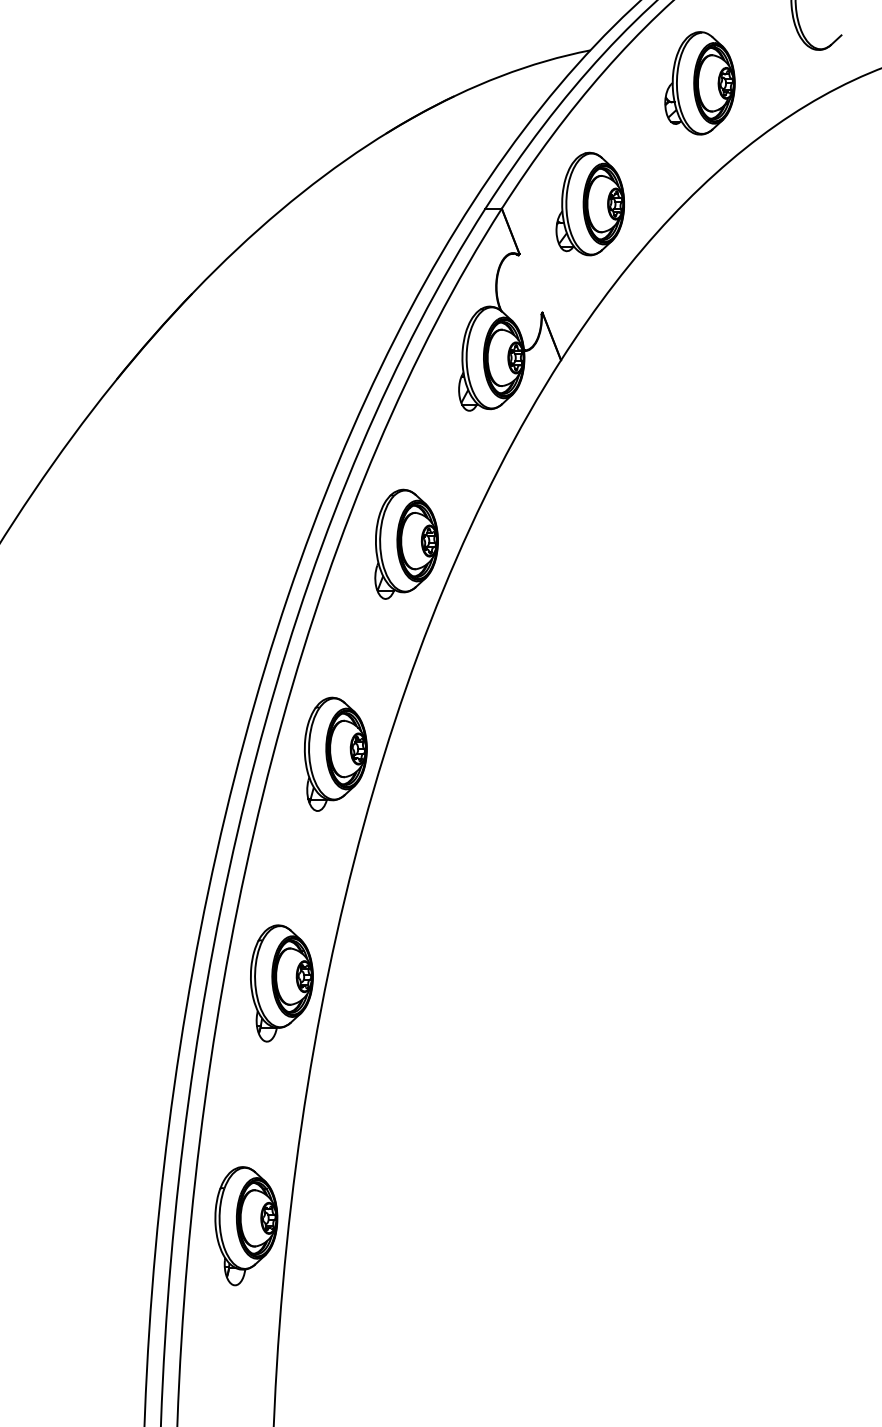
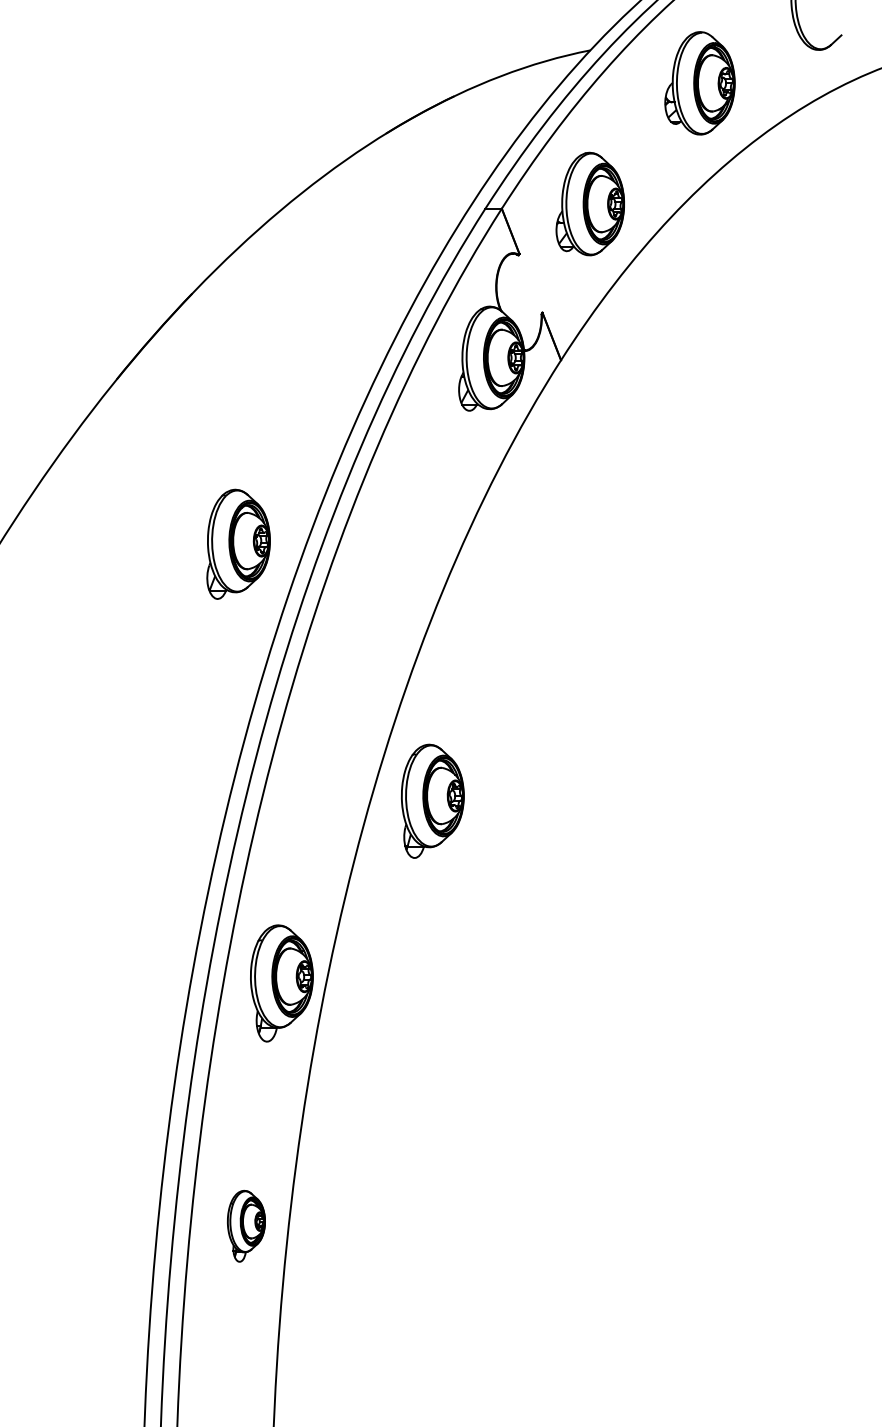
part at (406, 543) position: (406, 543) -> (238, 543)
part at (335, 753) position: (335, 753) -> (432, 800)
part at (246, 1226) size: 65x121 px -> 39x73 px
